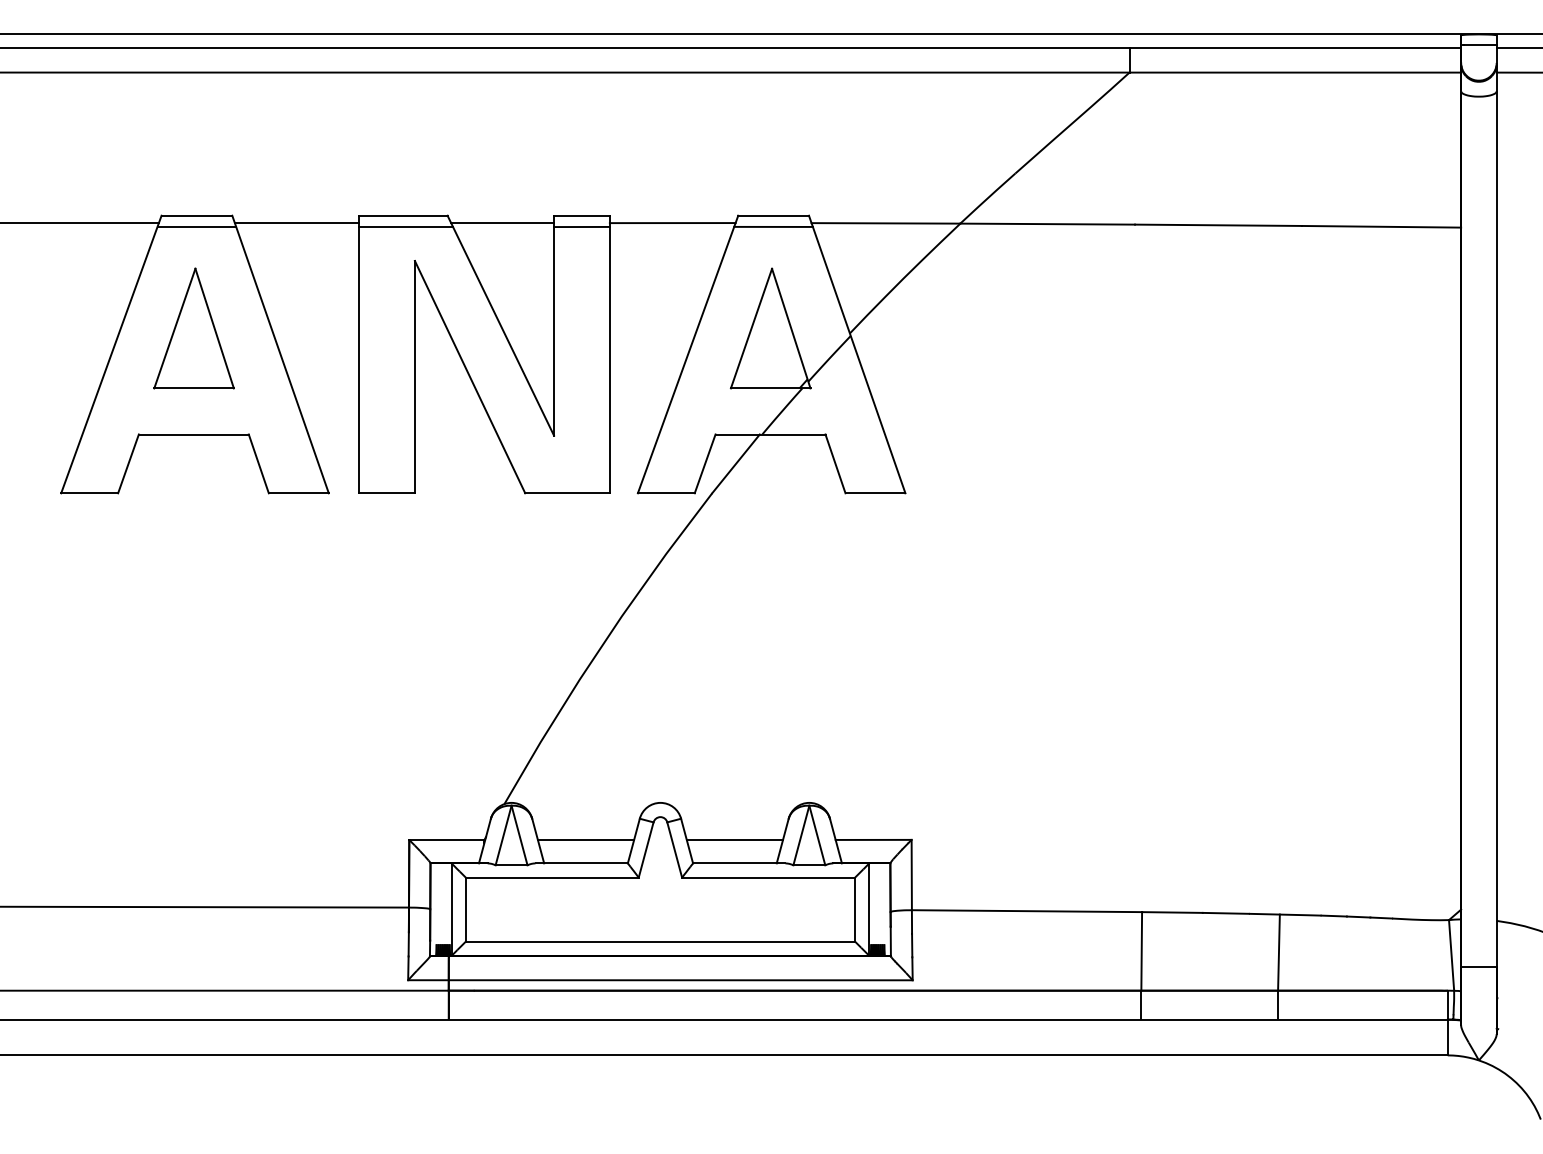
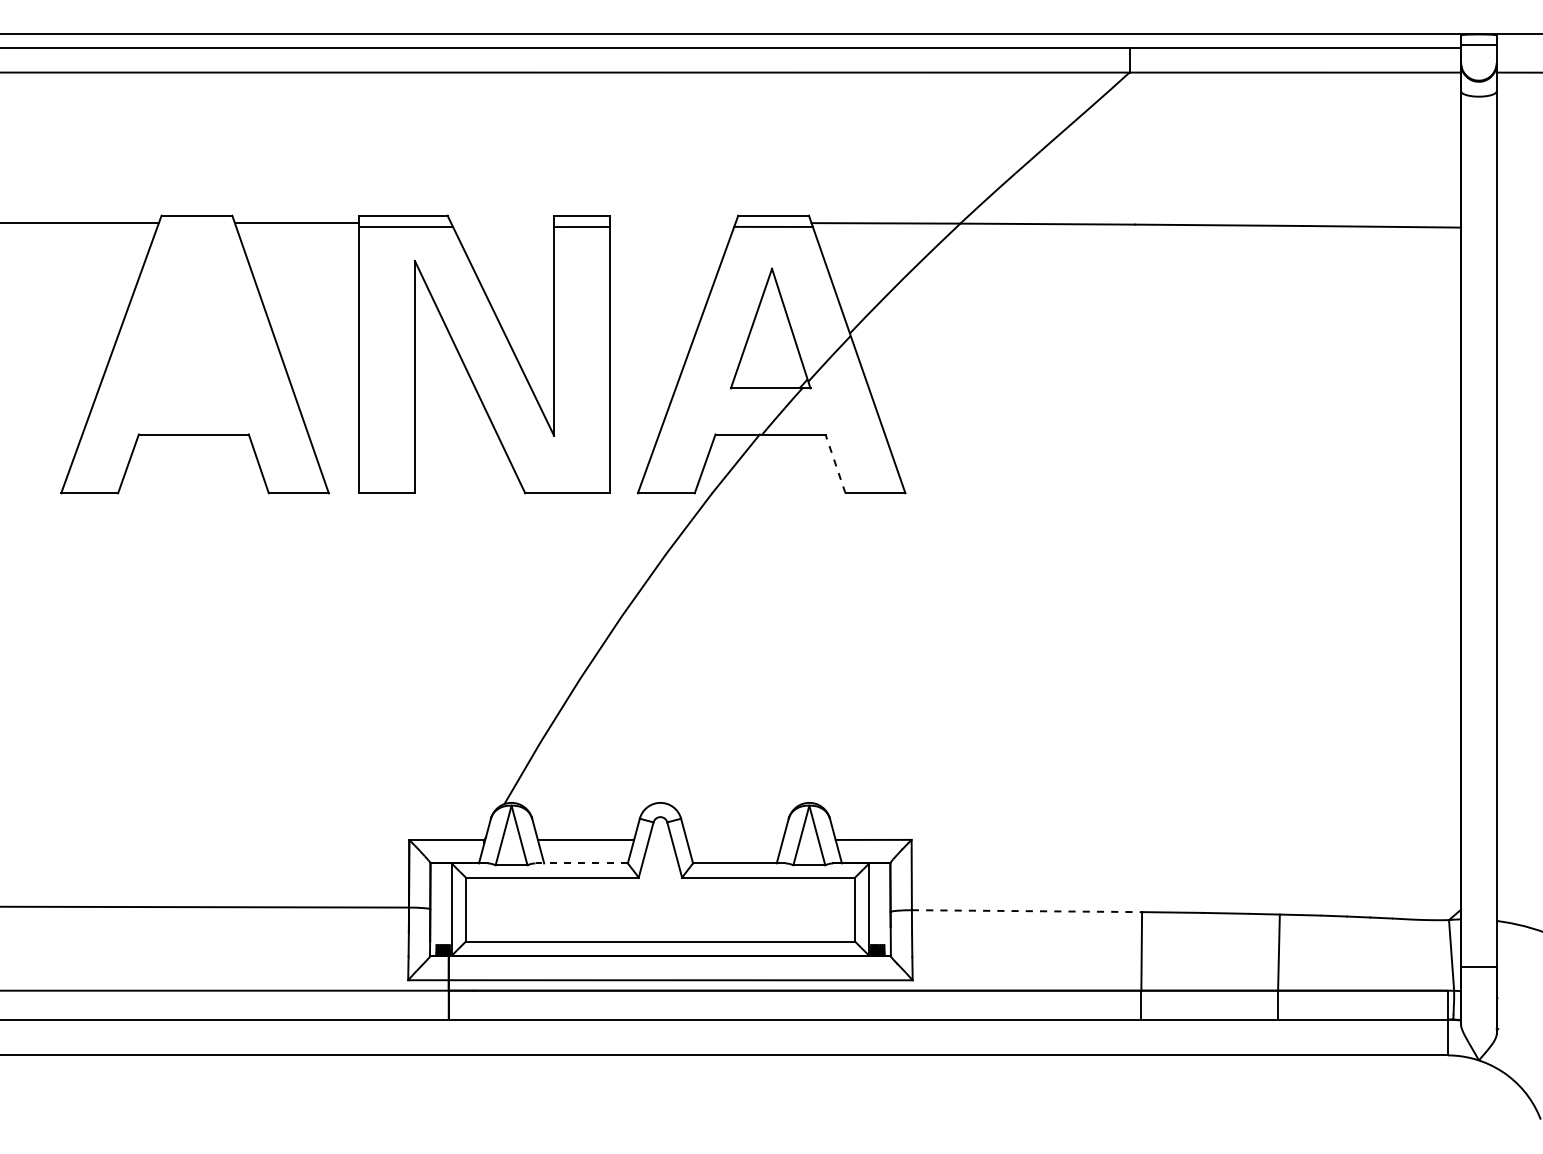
line at (1517, 48): present -> none
line at (502, 223): present -> none
line at (672, 223): present -> none
line at (196, 227): present -> none
part at (193, 328): present -> none
line at (835, 463): solid -> dashed
line at (734, 839): present -> none
line at (581, 863): solid -> dashed
line at (1027, 911): solid -> dashed
